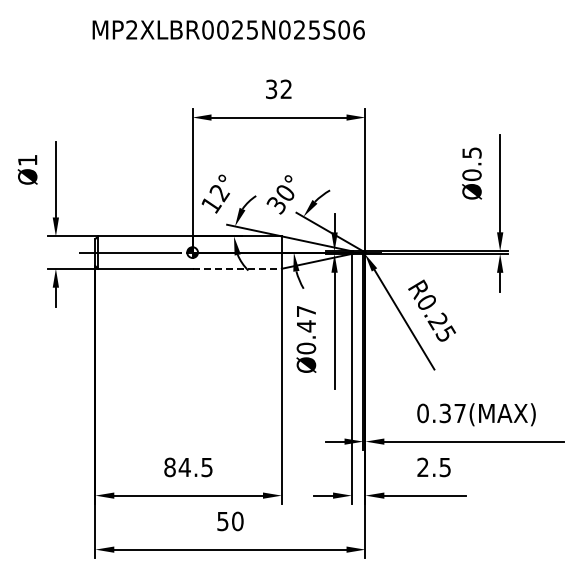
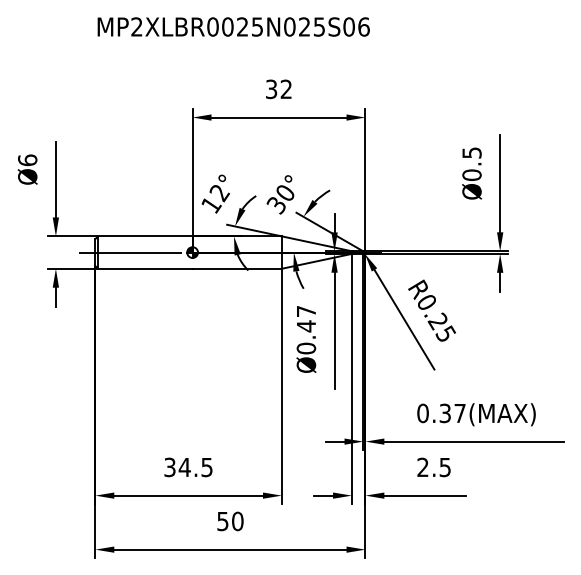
text at (228, 29) position: (228, 29) -> (233, 26)
text at (27, 160): Ø1 -> Ø6
line at (237, 268): dashed -> solid
text at (169, 467): 84.5 -> 34.5
